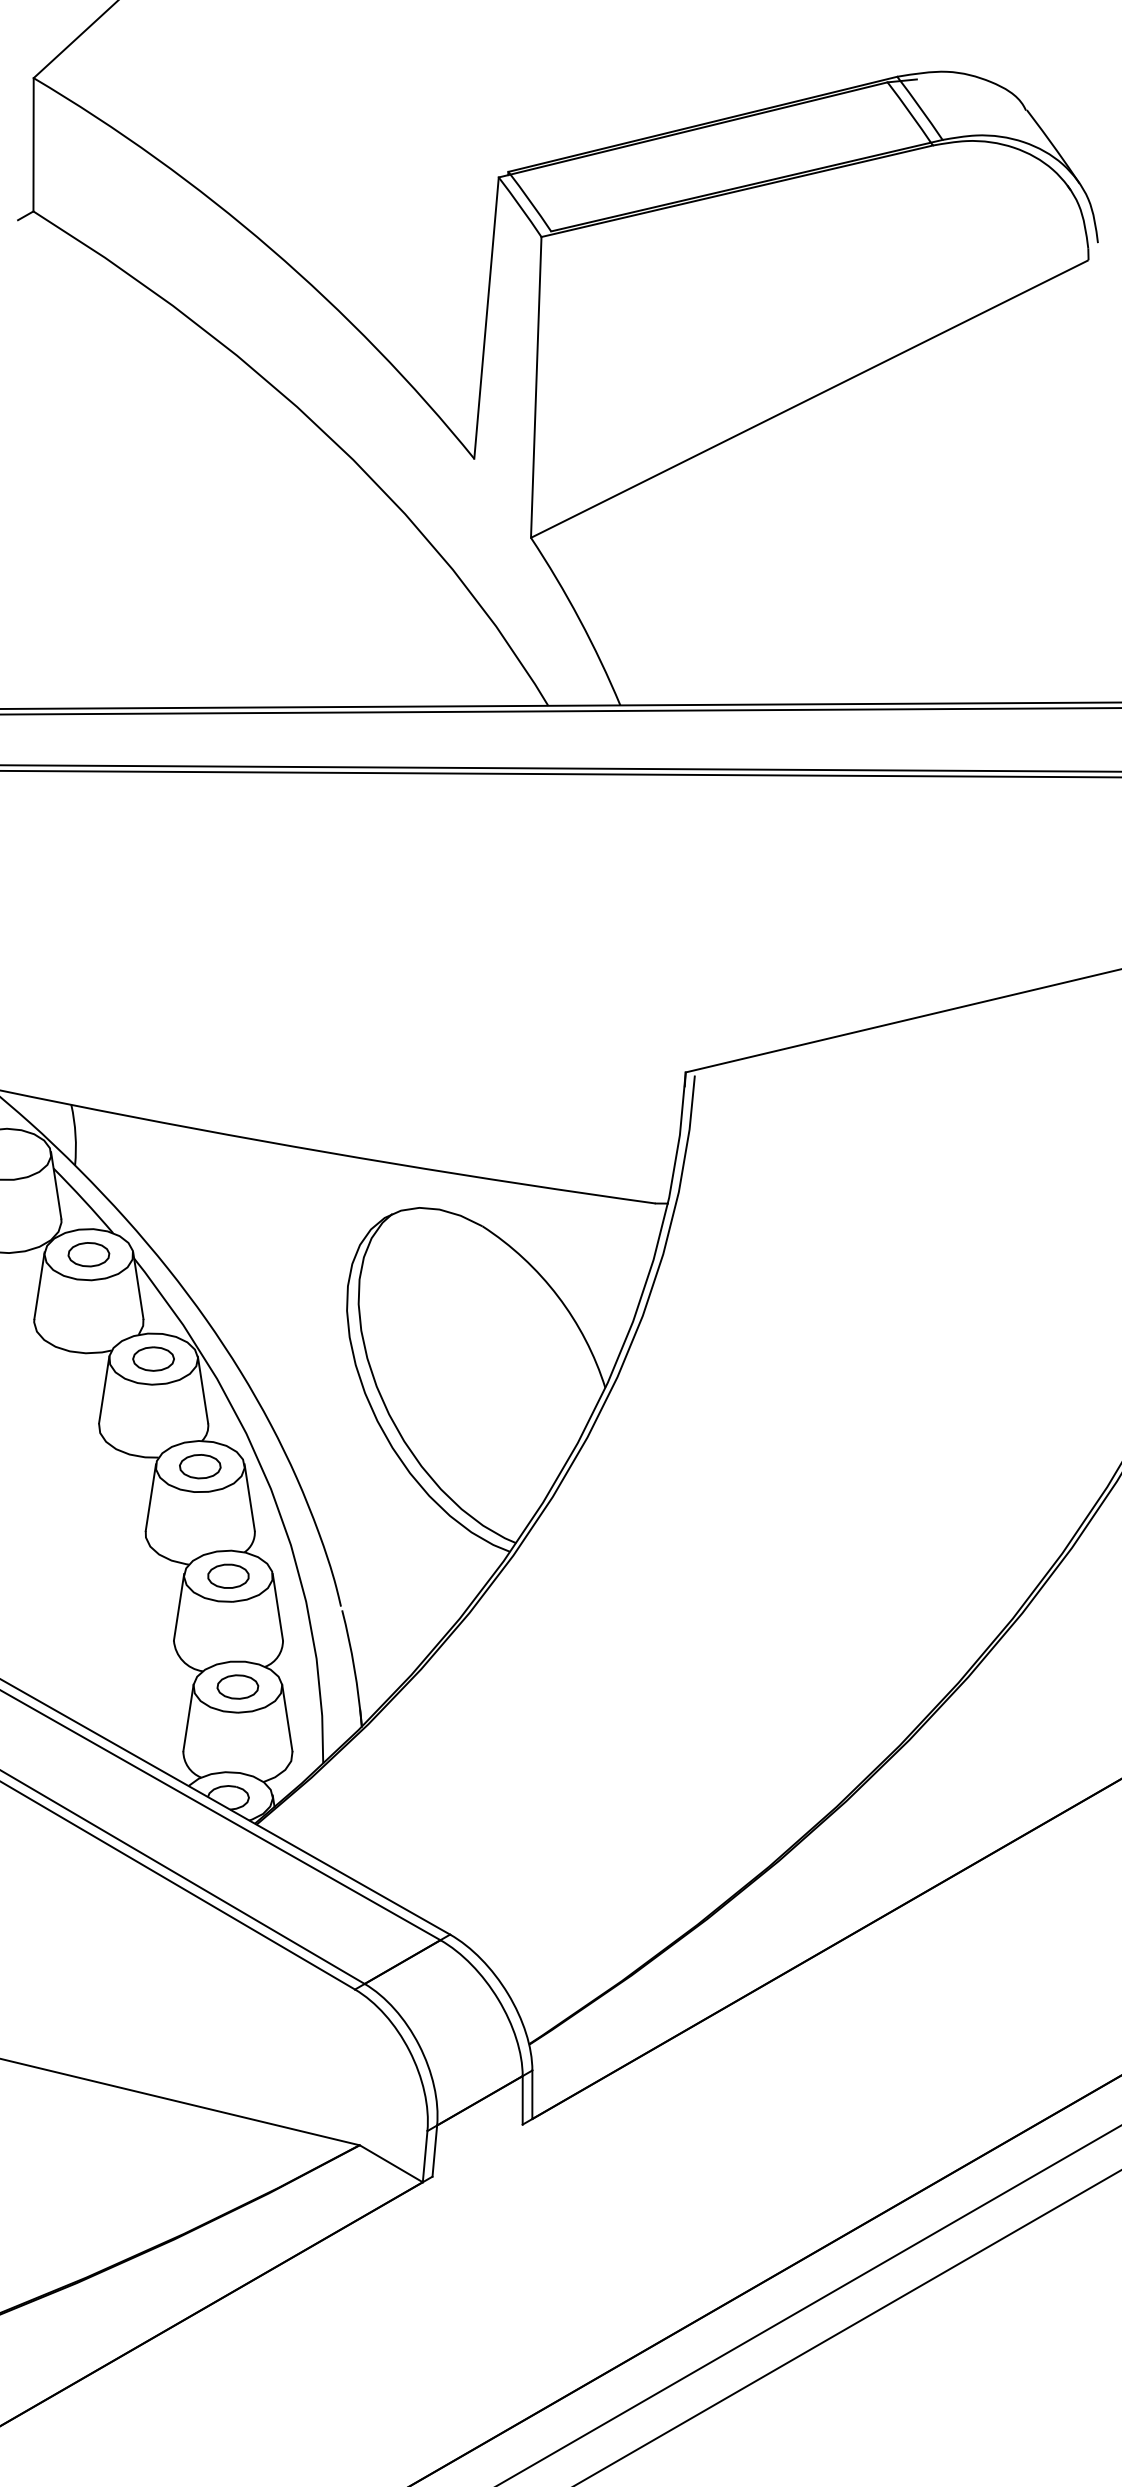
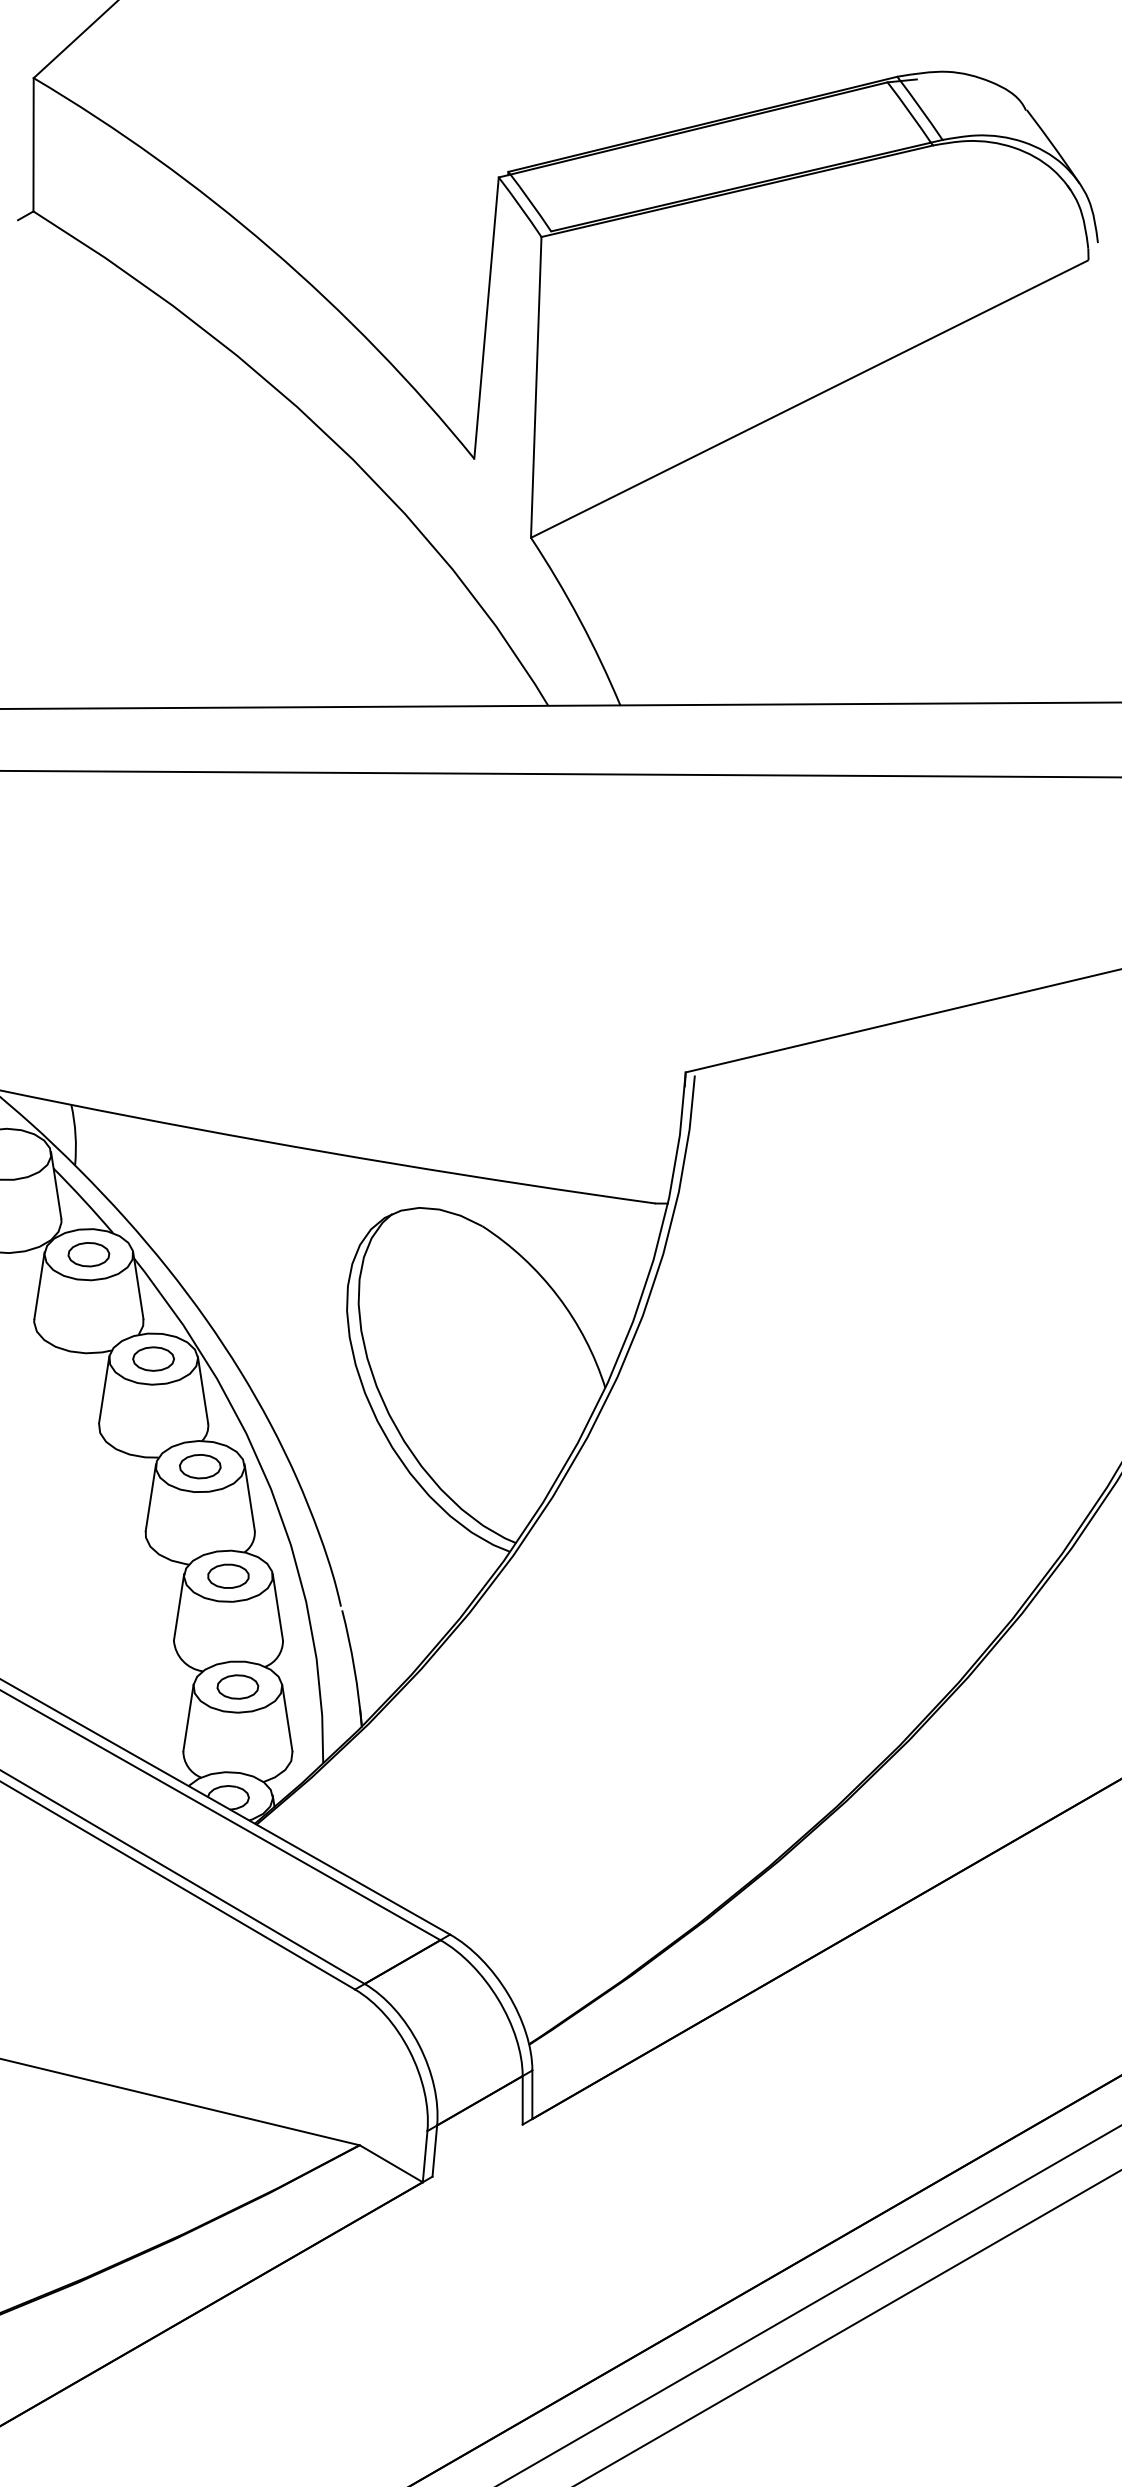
line at (560, 711): present -> none
line at (560, 768): present -> none
